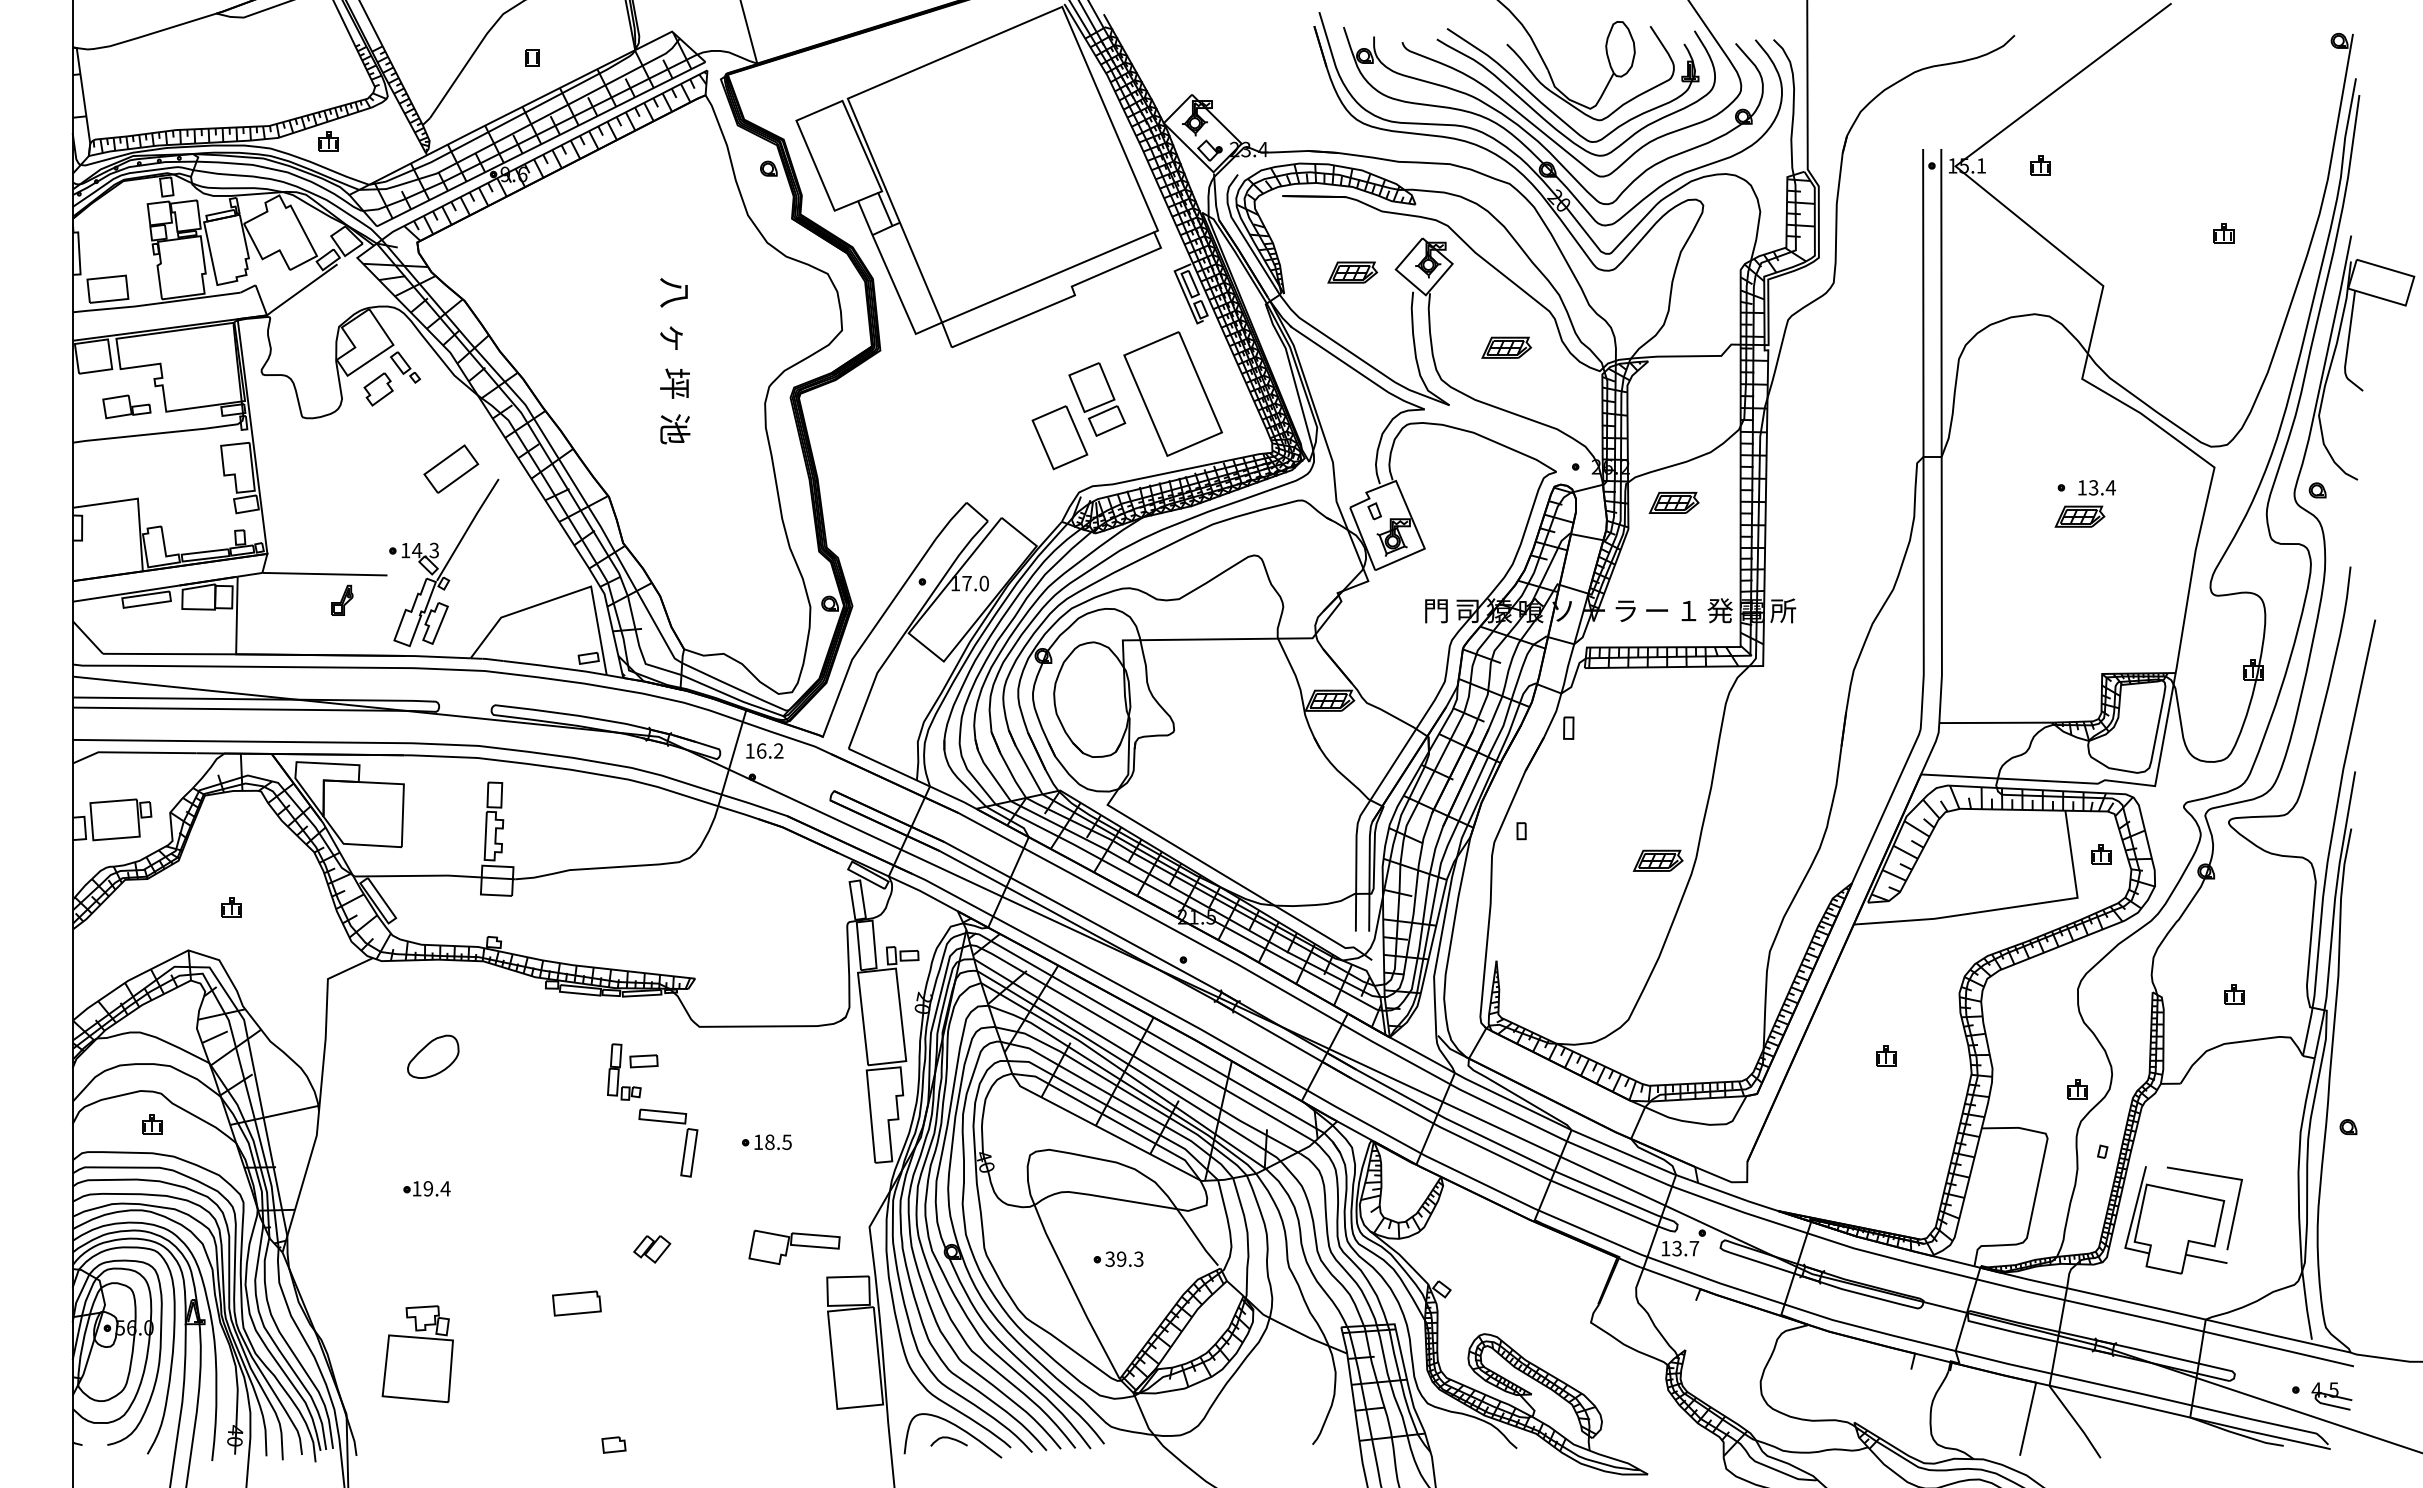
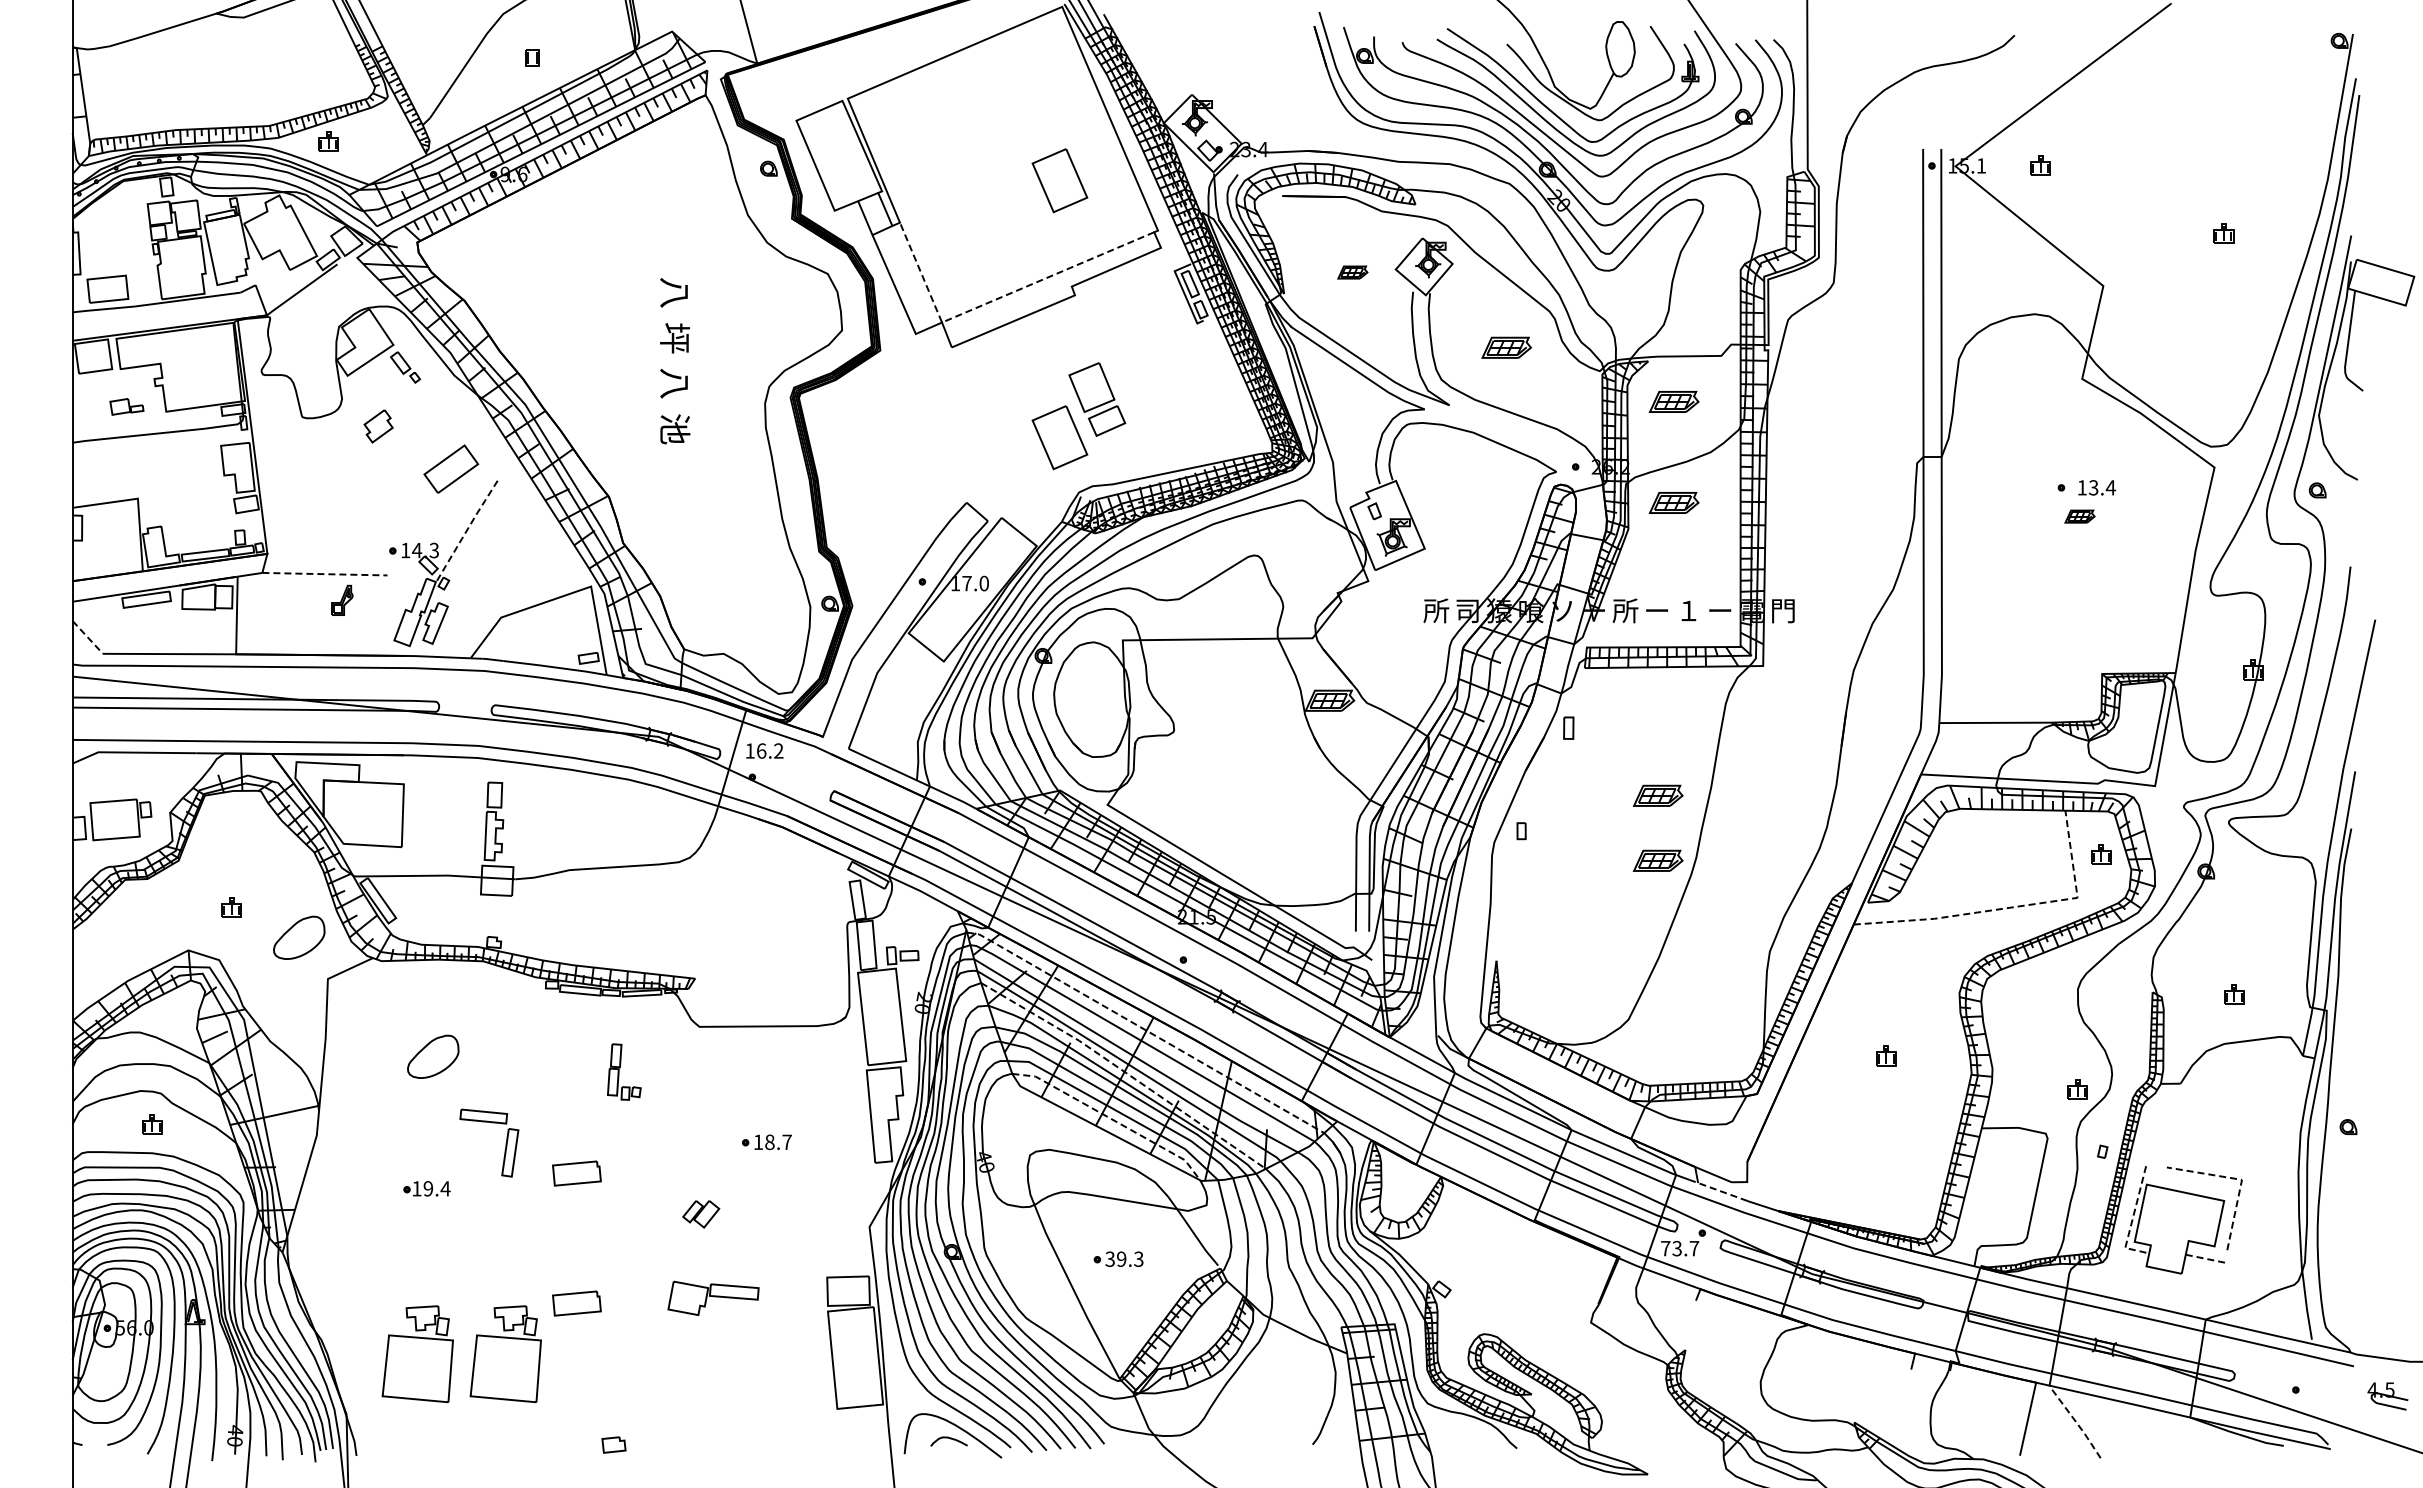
part at (1059, 180): none -> present
part at (1352, 272) size: 52x23 px -> 32x15 px
line at (997, 299): solid -> dashed
text at (674, 338): ヶ -> 坪
text at (674, 383): 坪 -> 八
part at (378, 389) position: (378, 389) -> (378, 426)
part at (1172, 393): present -> none
part at (1673, 401): none -> present
part at (126, 406) size: 50x26 px -> 36x18 px
part at (2079, 516) size: 52x23 px -> 32x15 px
line at (468, 528): solid -> dashed
line at (324, 574): solid -> dashed
text at (1436, 610): 門 -> 所
text at (1625, 610): ラ -> 所
text at (1719, 610): 発 -> ー
text at (1783, 610): 所 -> 門
line at (88, 637): solid -> dashed
part at (1657, 795): none -> present
line at (2009, 907): solid -> dashed
part at (299, 937): none -> present
line at (1145, 1029): solid -> dashed
part at (643, 1061): present -> none
line at (1125, 1072): solid -> dashed
line at (1111, 1118): solid -> dashed
text at (786, 1142): 18.5 -> 18.7
part at (684, 1143) position: (684, 1143) -> (505, 1143)
part at (576, 1173): none -> present
line at (2240, 1179): solid -> dashed
line at (1717, 1190): solid -> dashed
line at (2132, 1220): solid -> dashed
part at (794, 1247) position: (794, 1247) -> (713, 1298)
text at (1665, 1248): 13.7 -> 73.7
part at (652, 1249) position: (652, 1249) -> (701, 1214)
line at (2207, 1259): solid -> dashed
part at (505, 1354): none -> present
part at (2331, 1396) position: (2331, 1396) -> (2387, 1396)
line at (2075, 1421): solid -> dashed
